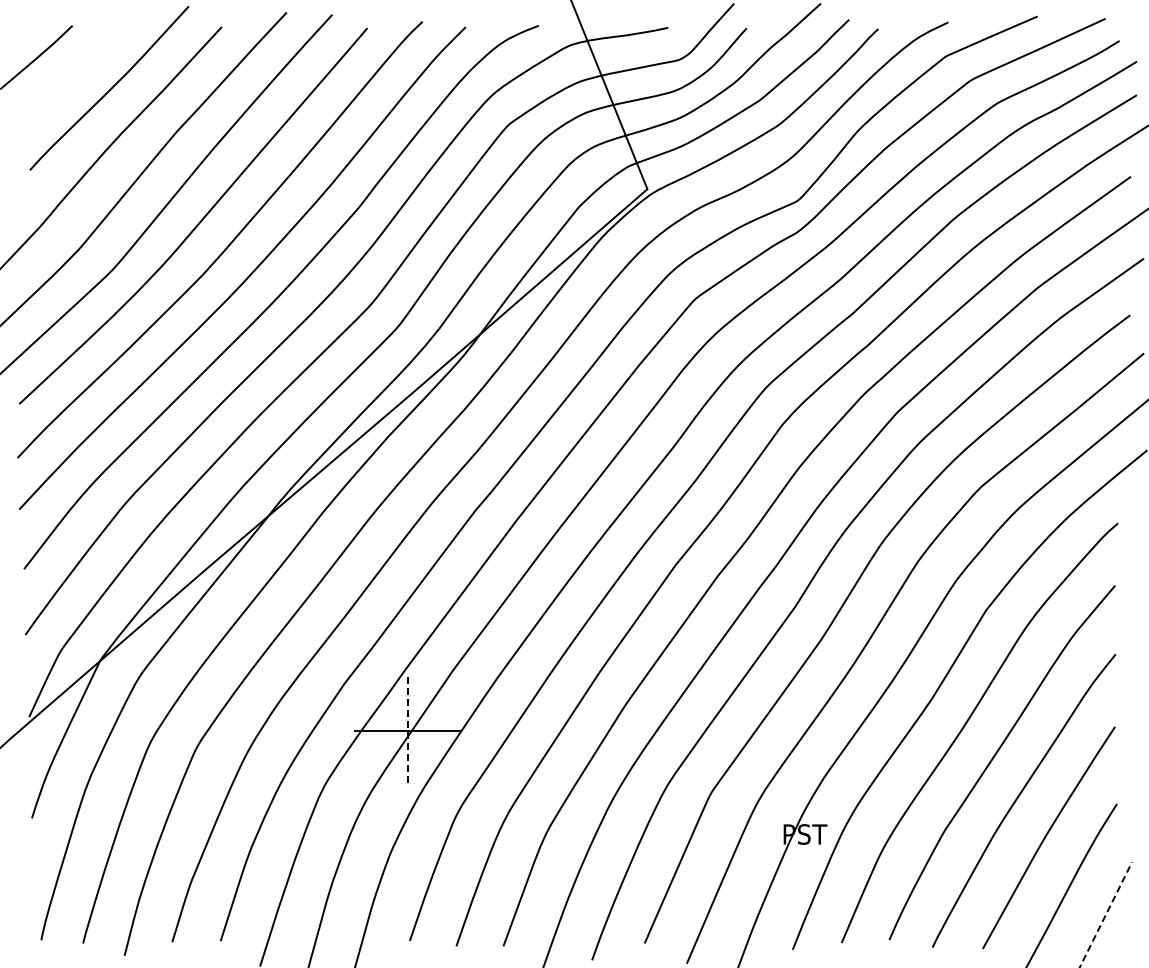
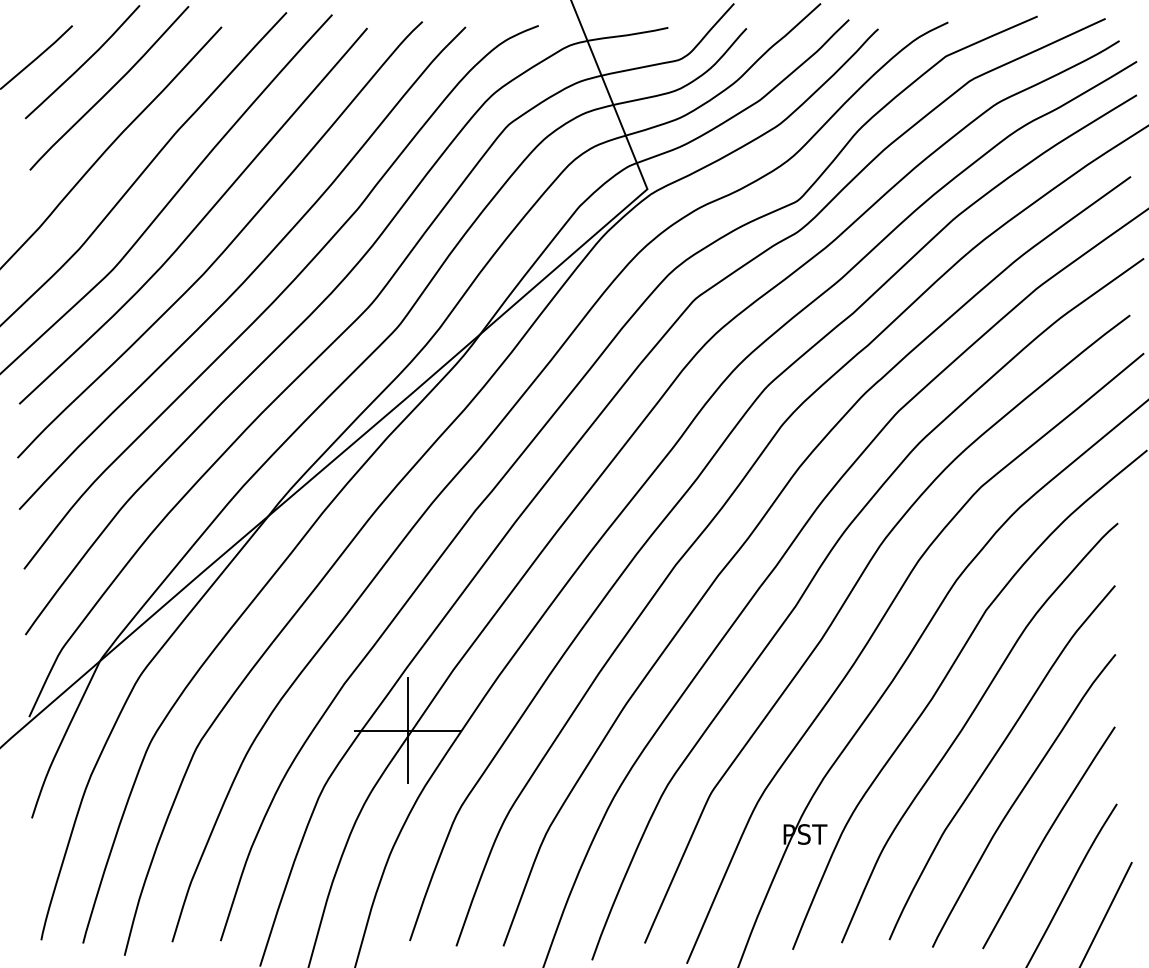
curve at (83, 63): none -> present
line at (407, 730): dashed -> solid
line at (1105, 914): dashed -> solid
